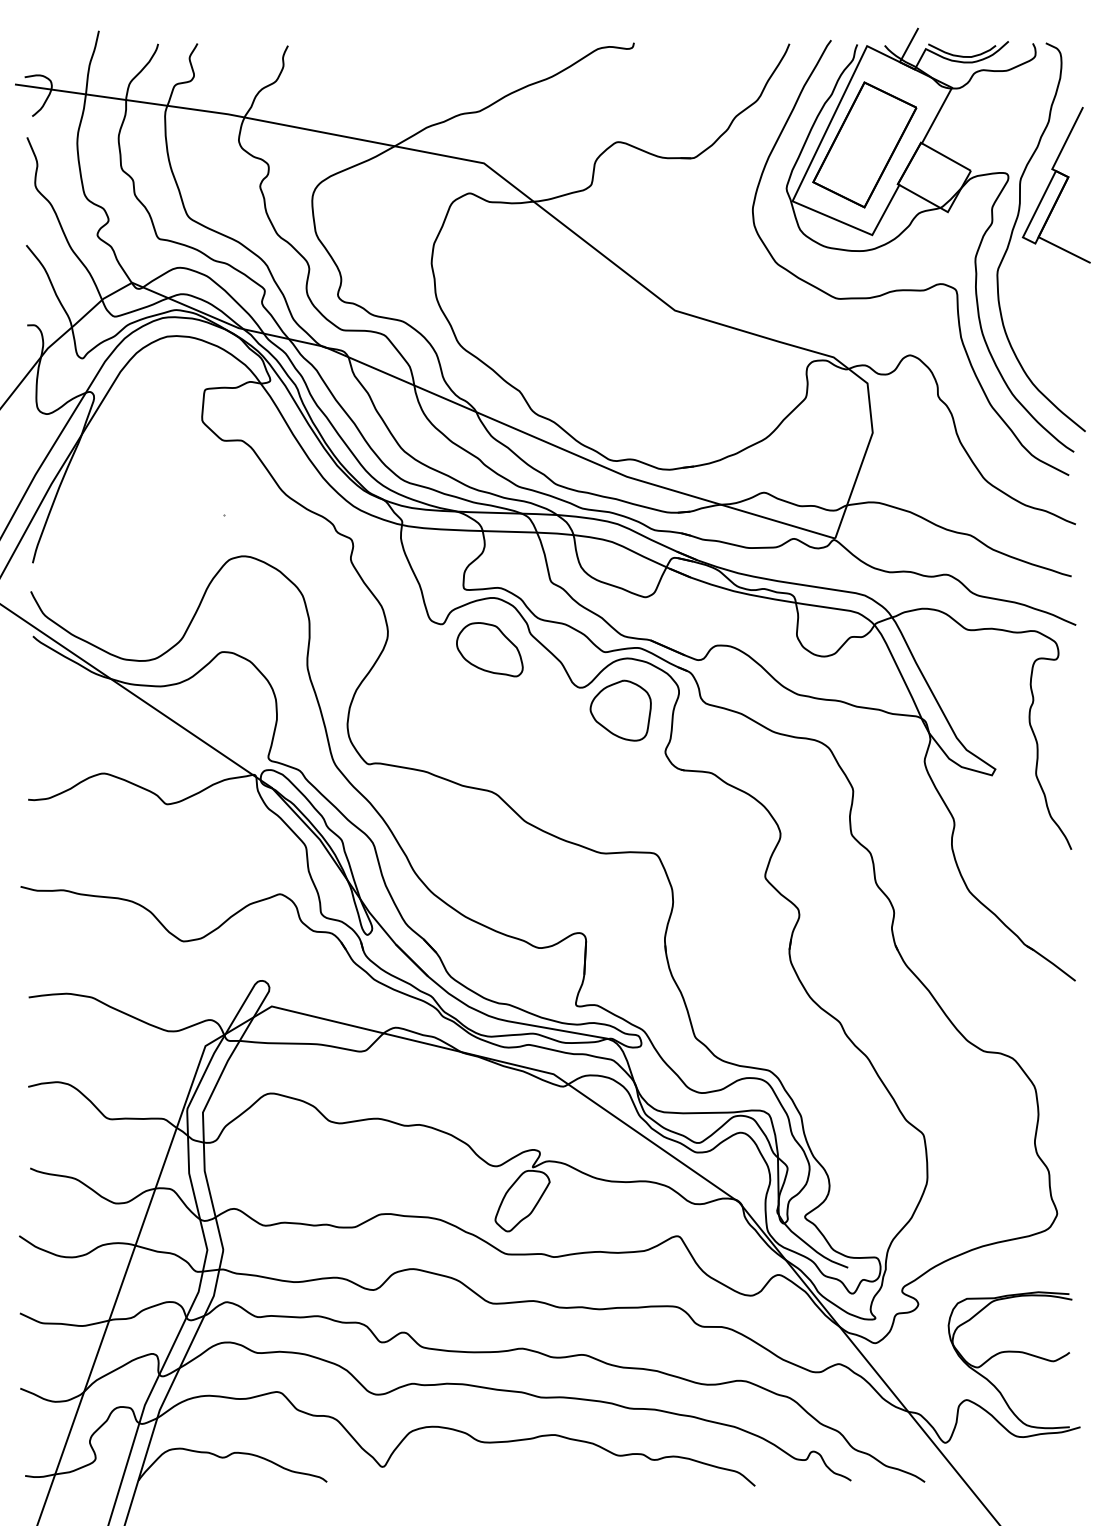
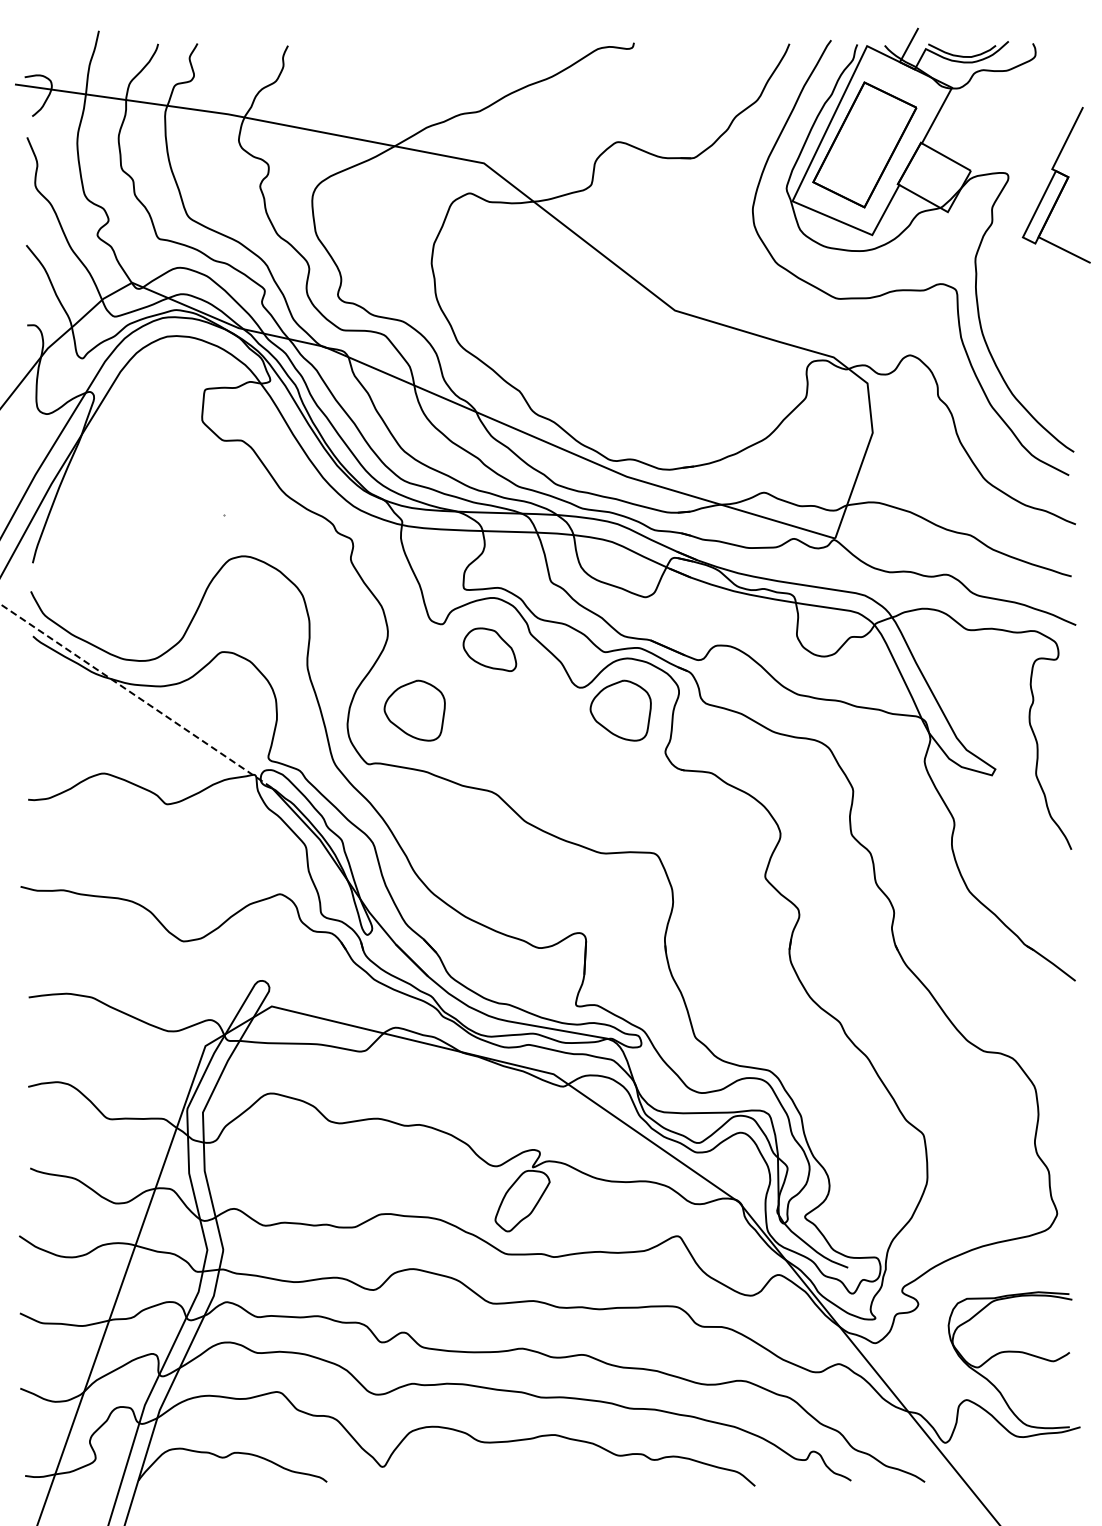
curve at (1014, 228): present -> none
part at (489, 649) size: 68x56 px -> 56x45 px
line at (136, 695): solid -> dashed
part at (414, 710): none -> present
